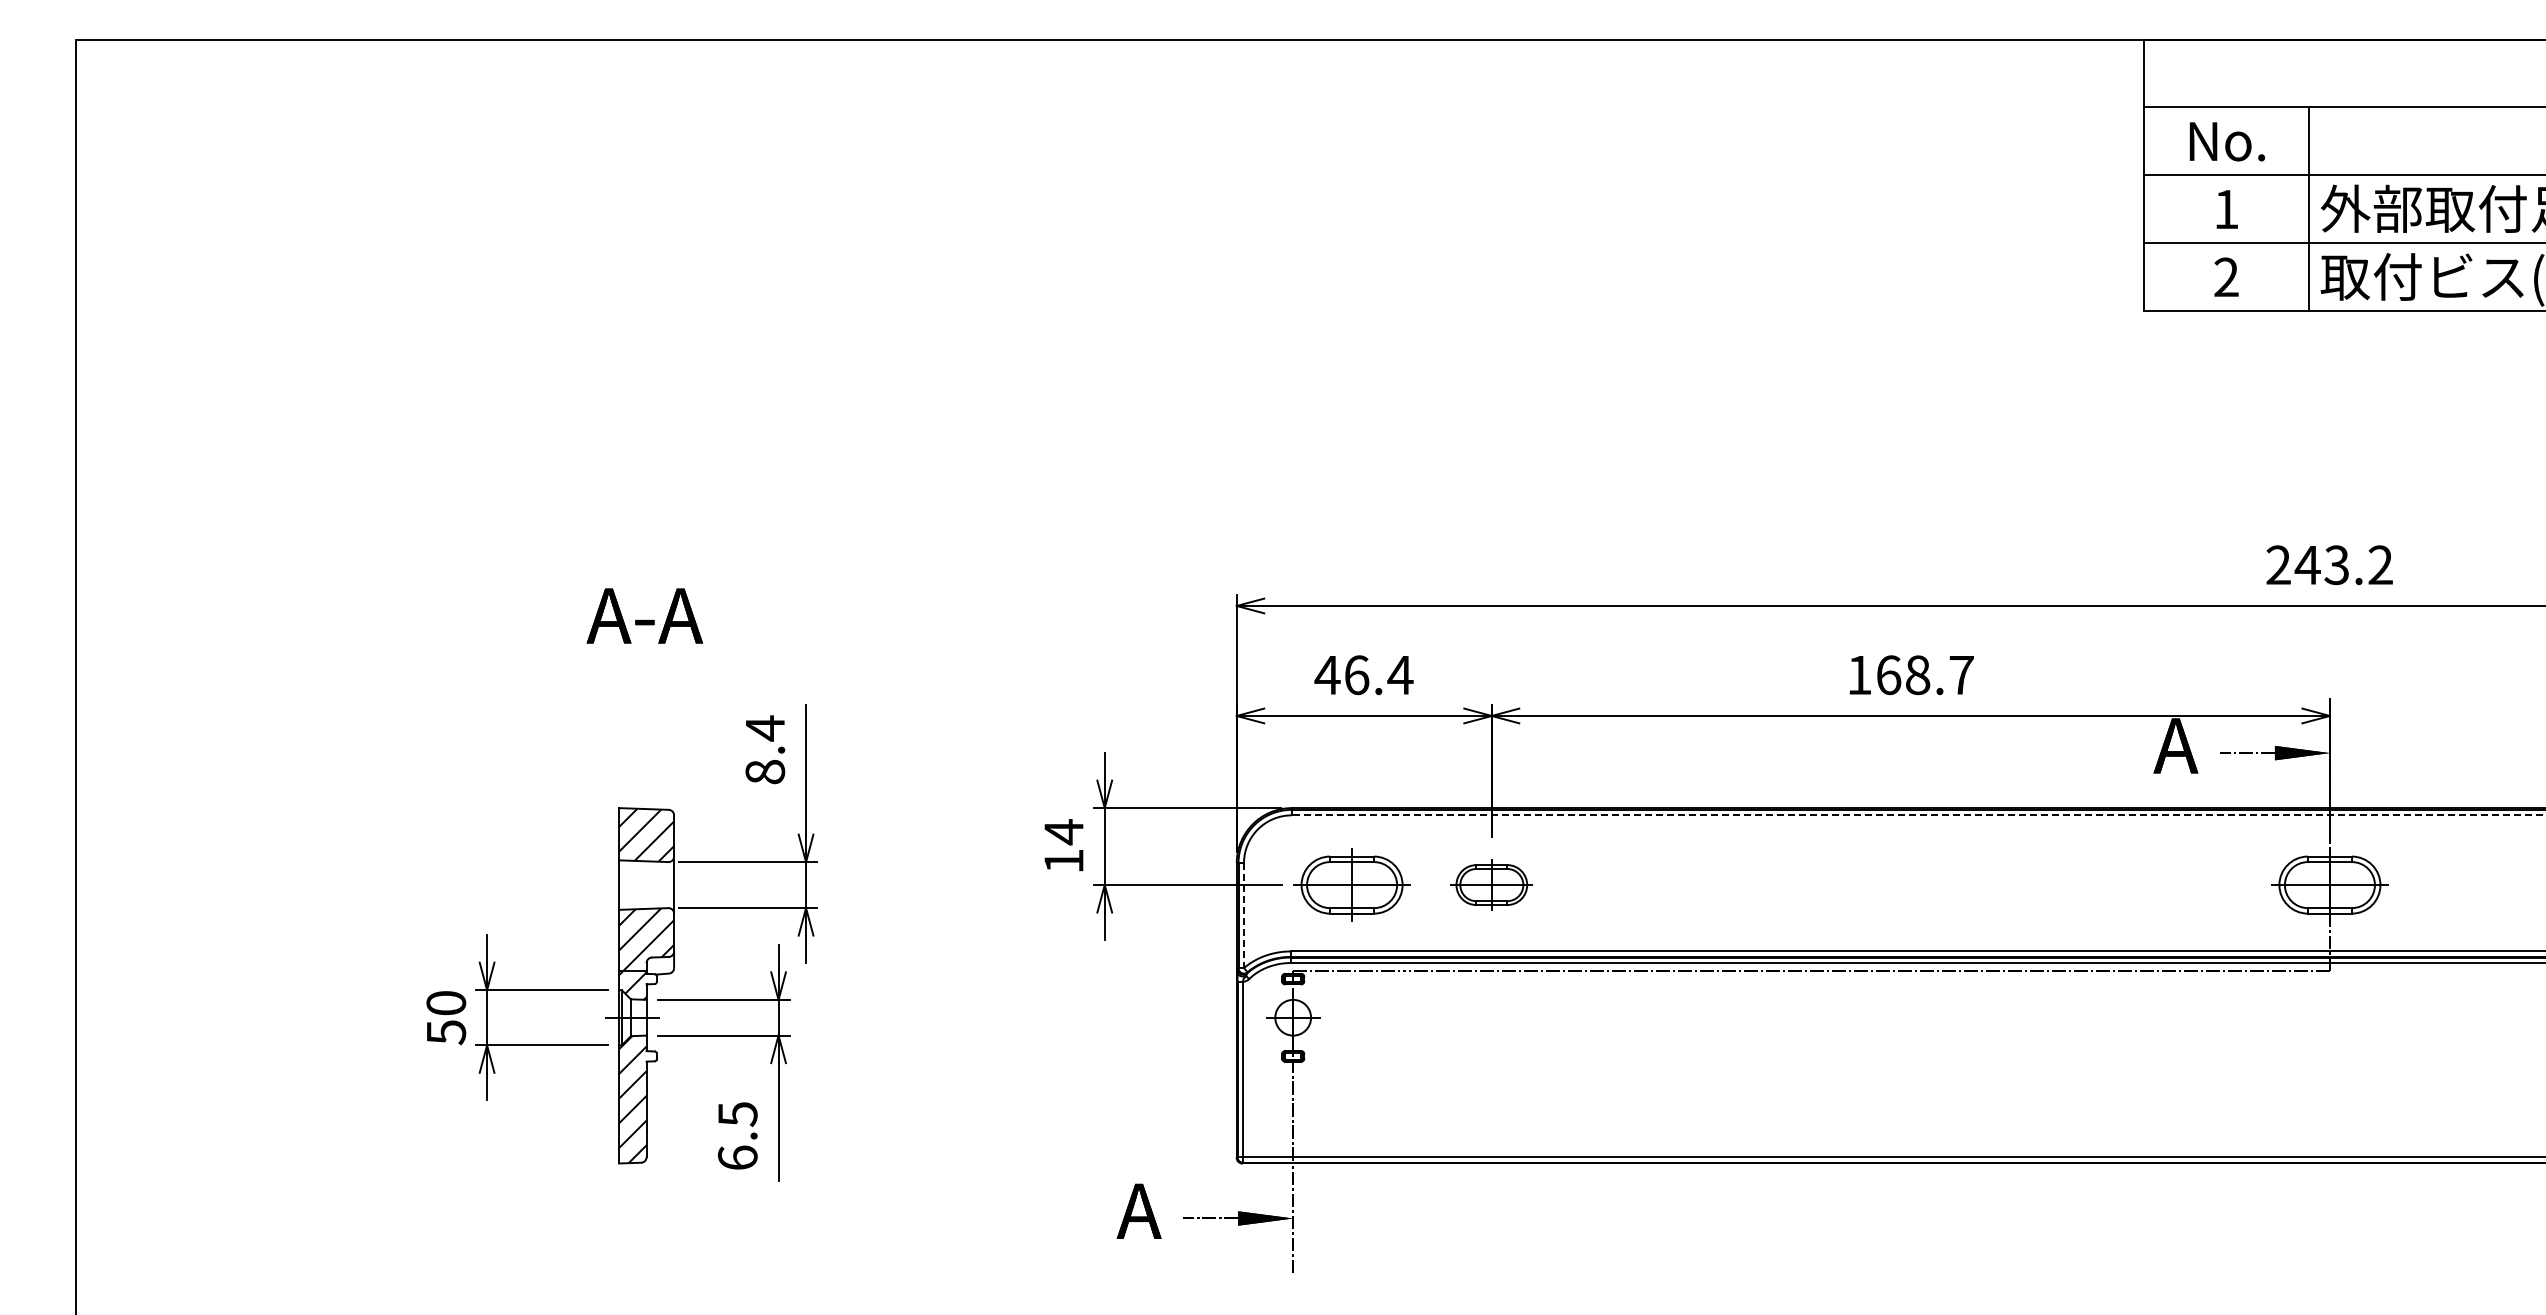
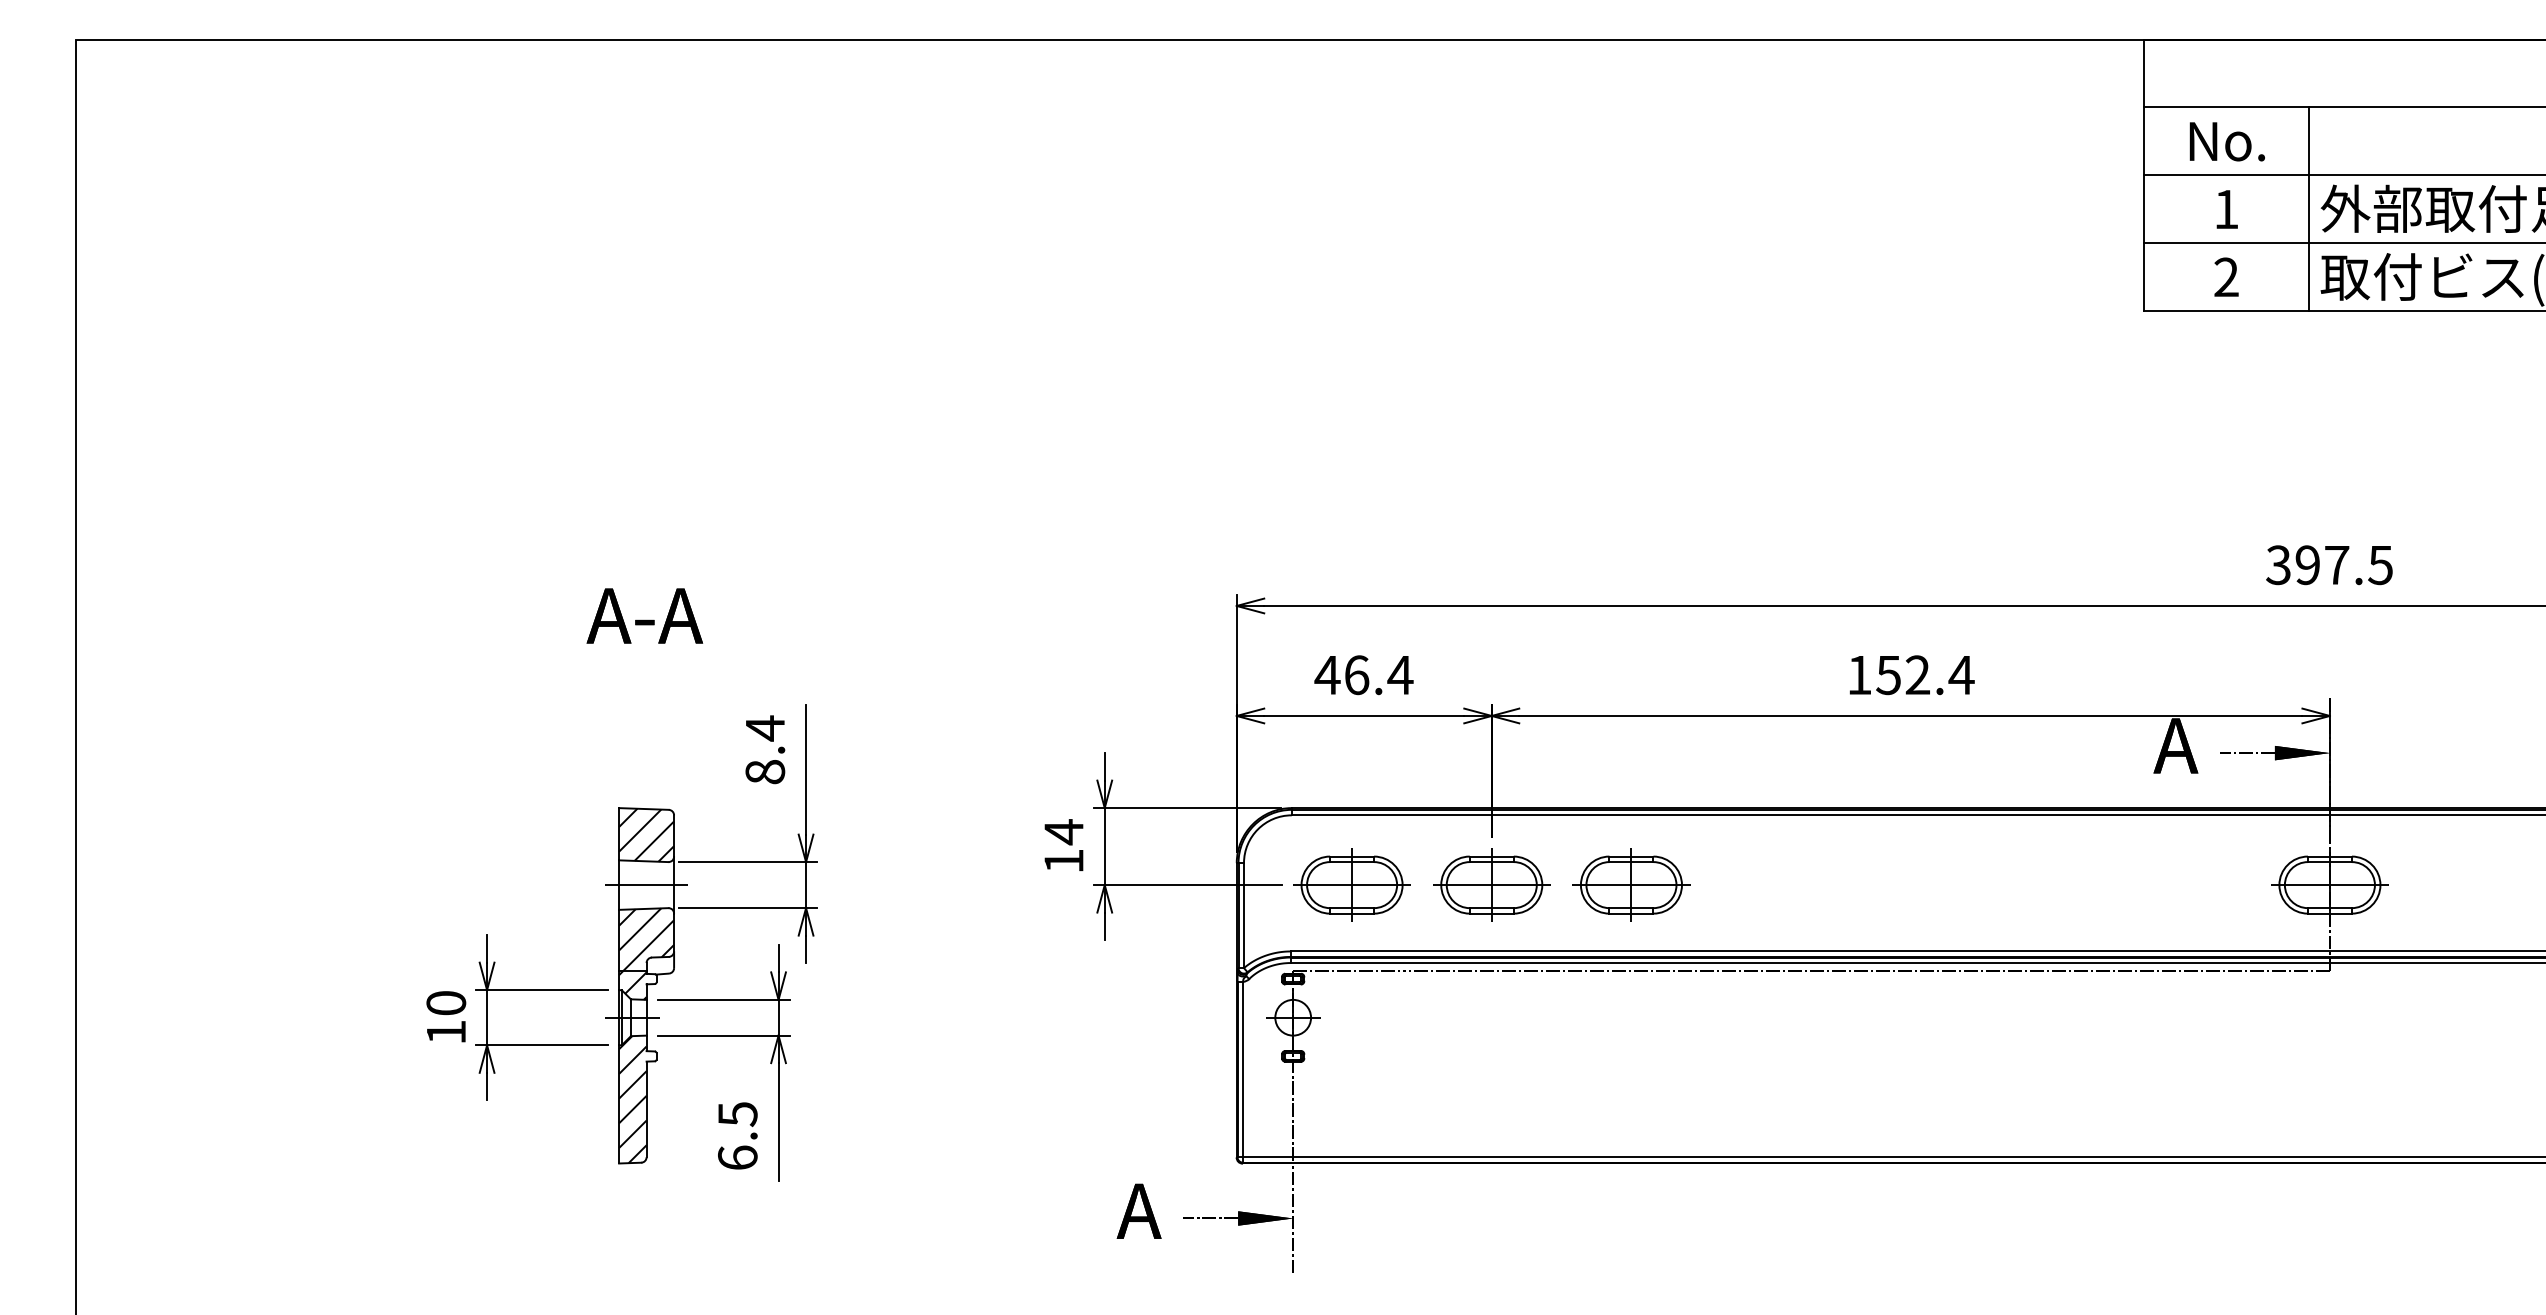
text at (2329, 565): 243.2 -> 397.5
text at (1925, 675): 168.7 -> 152.4
line at (1918, 815): dashed -> solid
part at (1491, 884) size: 83x52 px -> 118x74 px
part at (1631, 884): none -> present
line at (646, 885): none -> present
line at (1244, 915): dashed -> solid
text at (446, 1032): 50 -> 10
